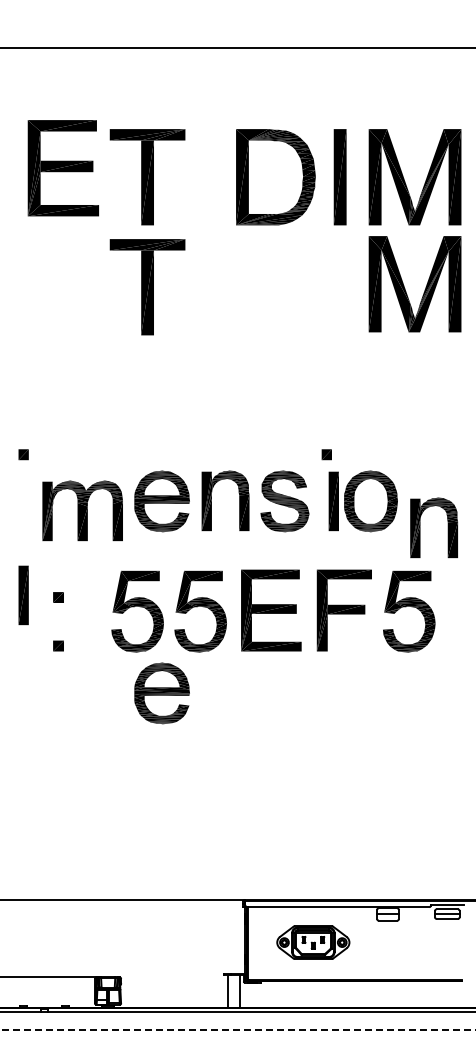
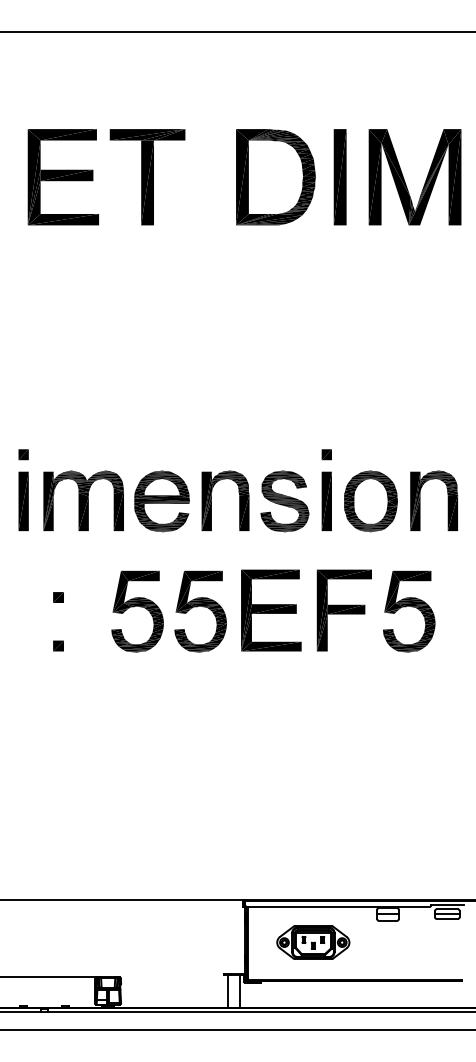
line at (237, 47) position: (237, 47) -> (237, 31)
part at (62, 168) position: (62, 168) -> (62, 177)
part at (147, 287): present -> none
part at (405, 288): present -> none
part at (333, 501) position: (333, 501) -> (326, 501)
part at (82, 510) position: (82, 510) -> (83, 500)
part at (420, 527) position: (420, 527) -> (420, 500)
part at (23, 595) position: (23, 595) -> (23, 501)
part at (161, 693): present -> none
line at (238, 1030): dashed -> solid
